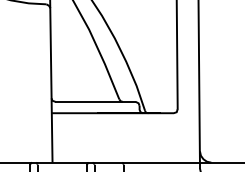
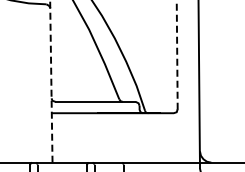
line at (177, 54): solid -> dashed
line at (51, 80): solid -> dashed
